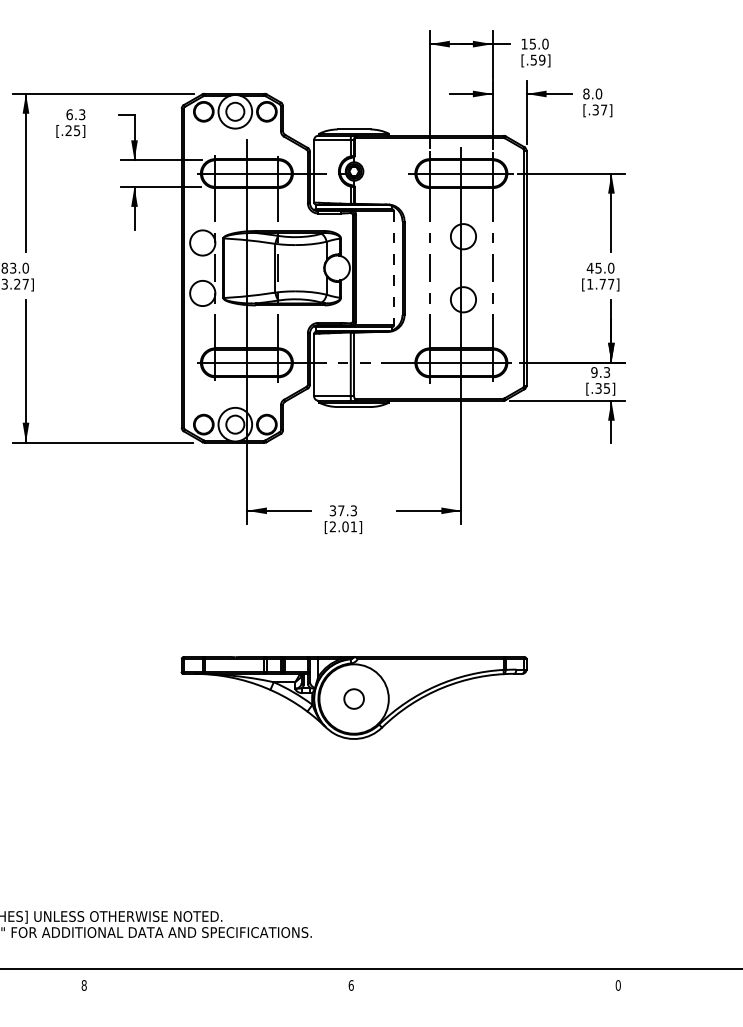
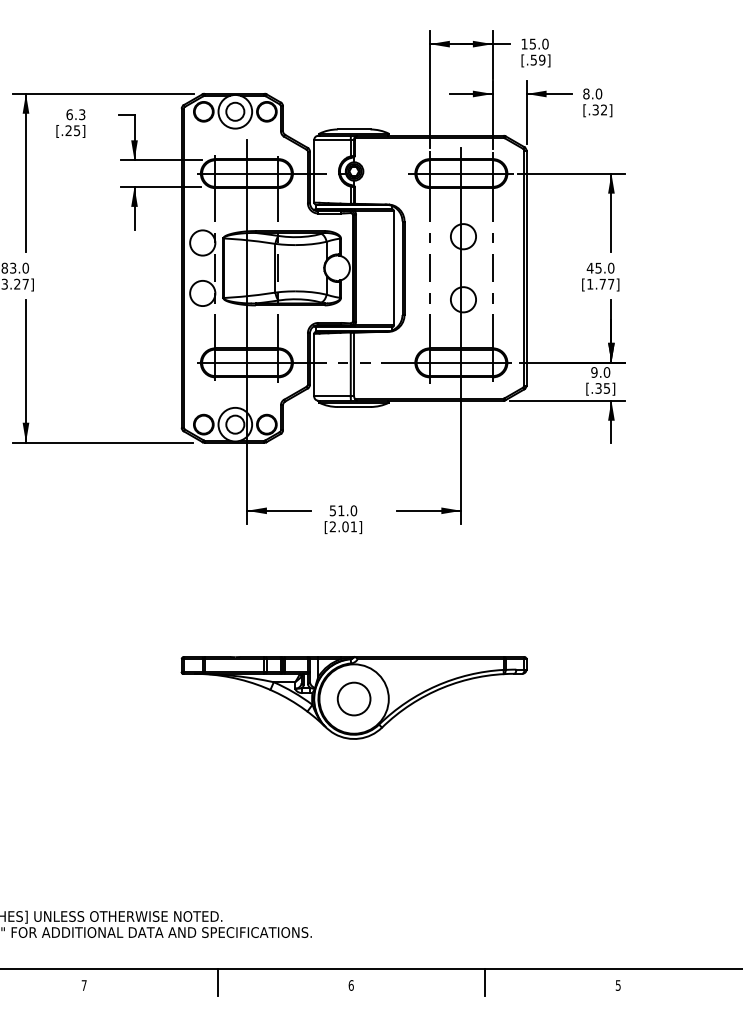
text at (604, 109): [.37] -> [.32]
line at (394, 268): dashed -> solid
text at (606, 372): 9.3 -> 9.0
text at (343, 510): 37.3 -> 51.0
circle at (353, 698) diameter: 20 px -> 33 px
line at (217, 982): none -> present
line at (484, 982): none -> present
text at (83, 985): 8 -> 7
text at (617, 985): 0 -> 5
